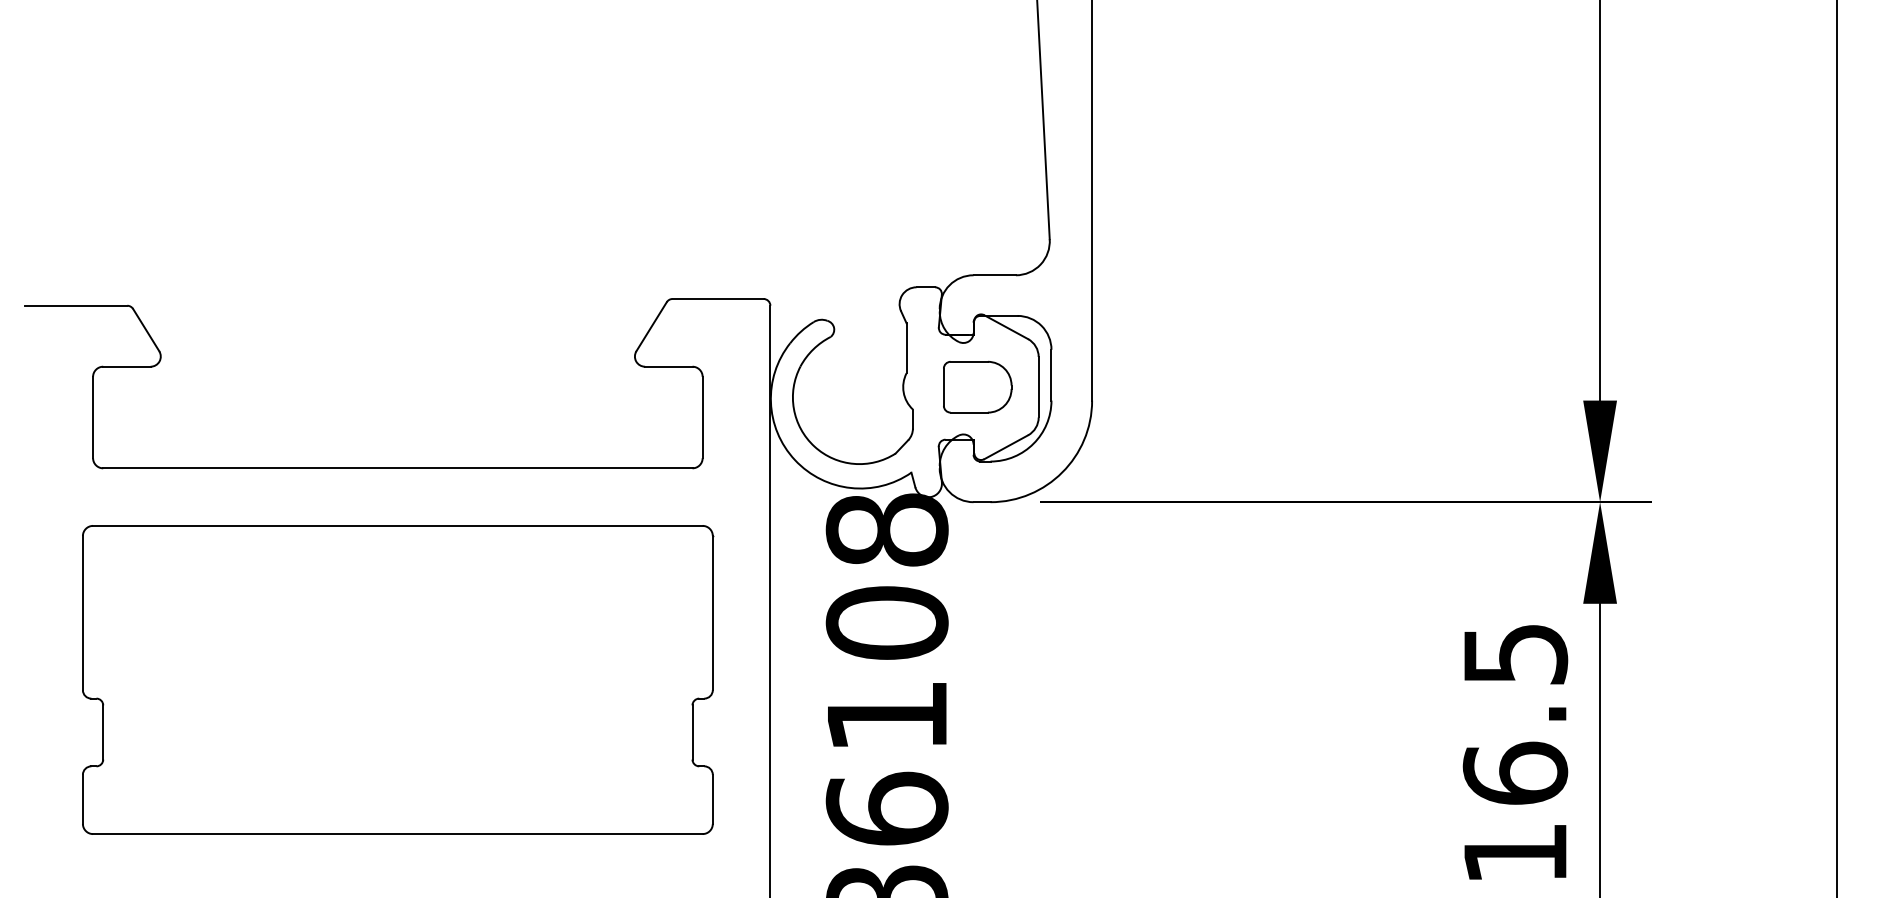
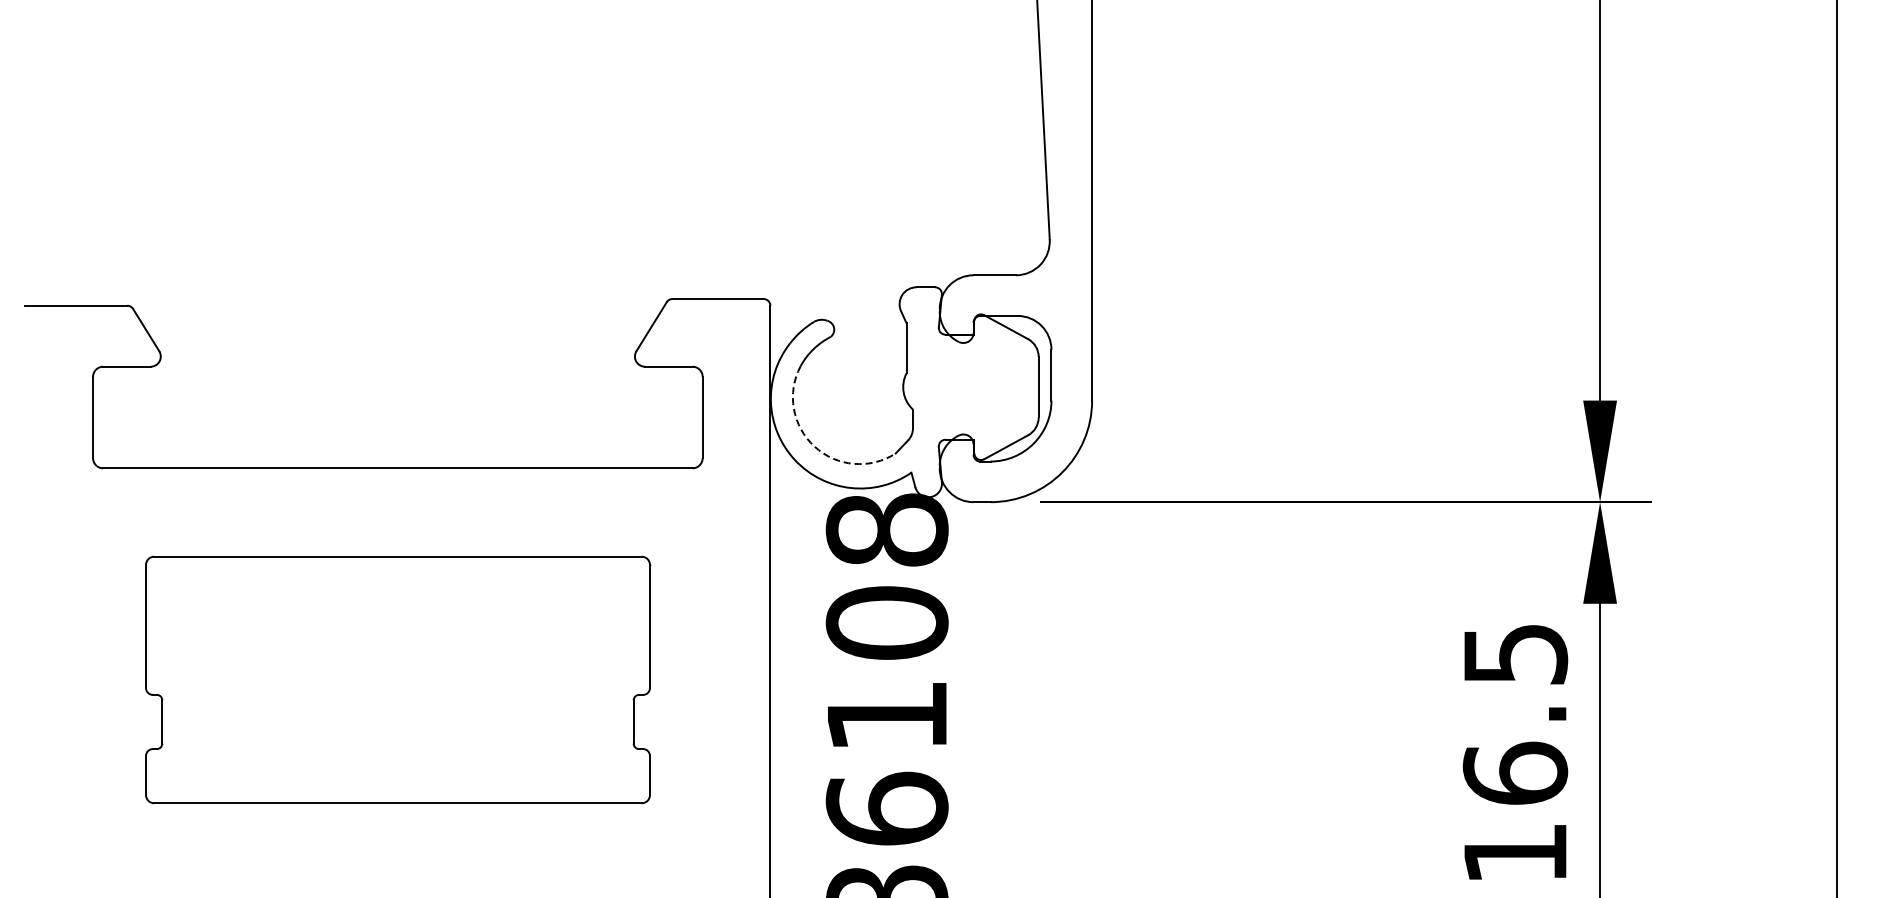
part at (977, 386): present -> none
arc at (814, 446): solid -> dashed
part at (398, 679) size: 633x310 px -> 507x250 px
